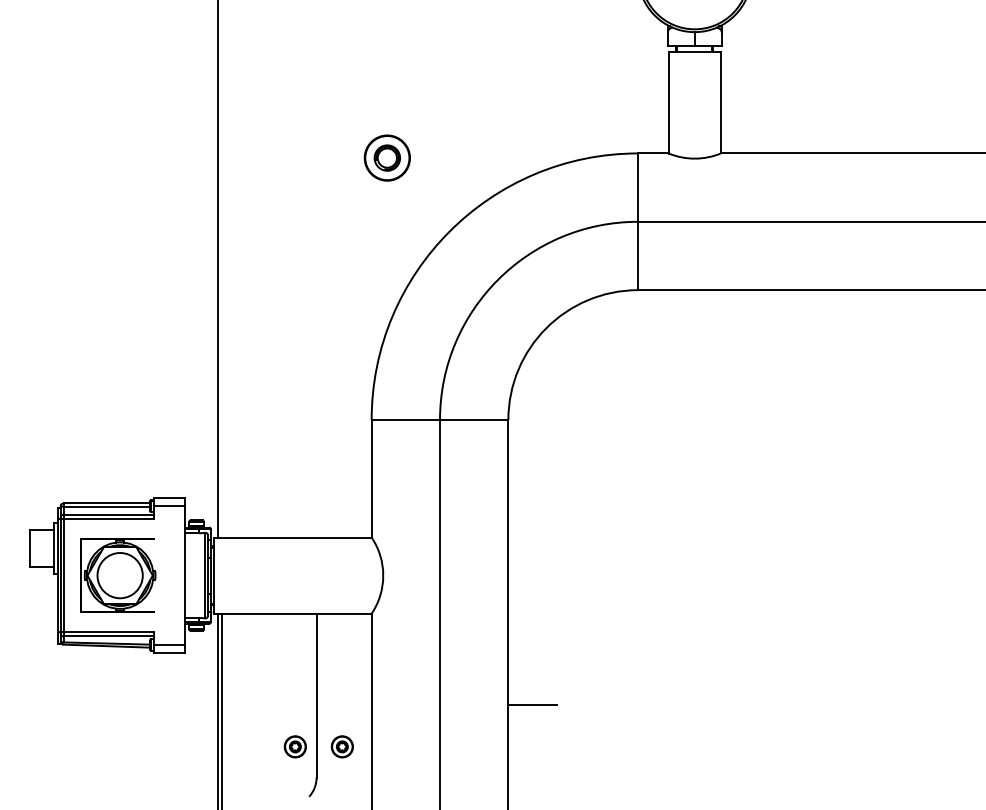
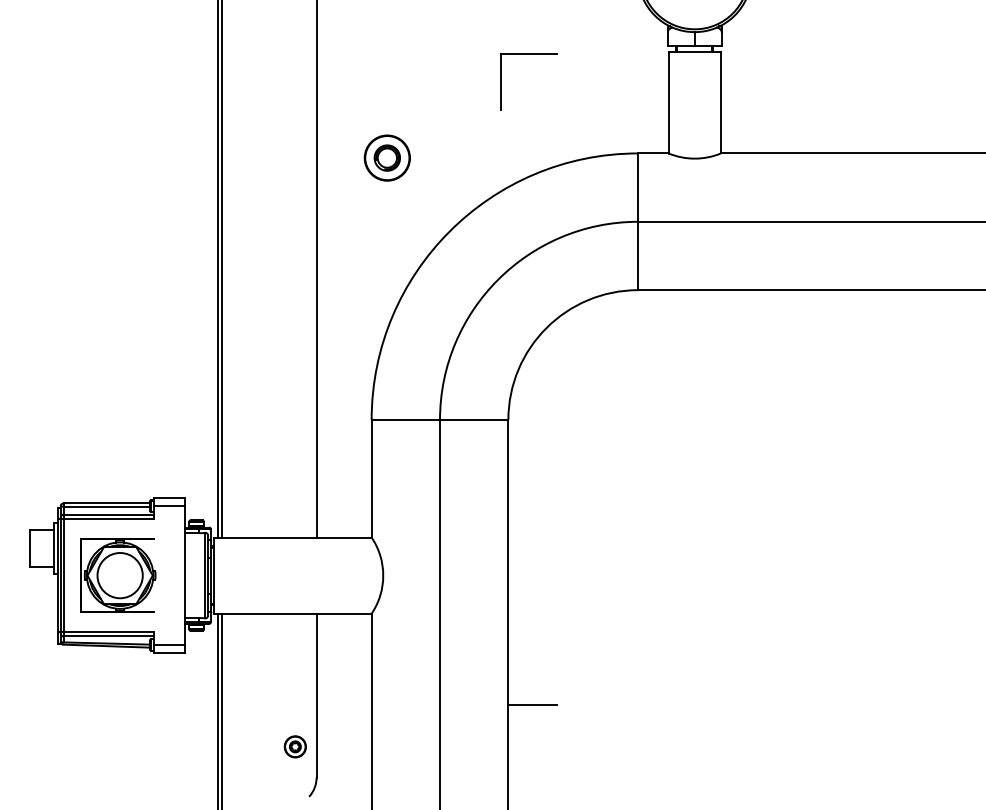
part at (528, 54): none -> present
line at (221, 269): none -> present
line at (316, 269): none -> present
part at (341, 746): present -> none
